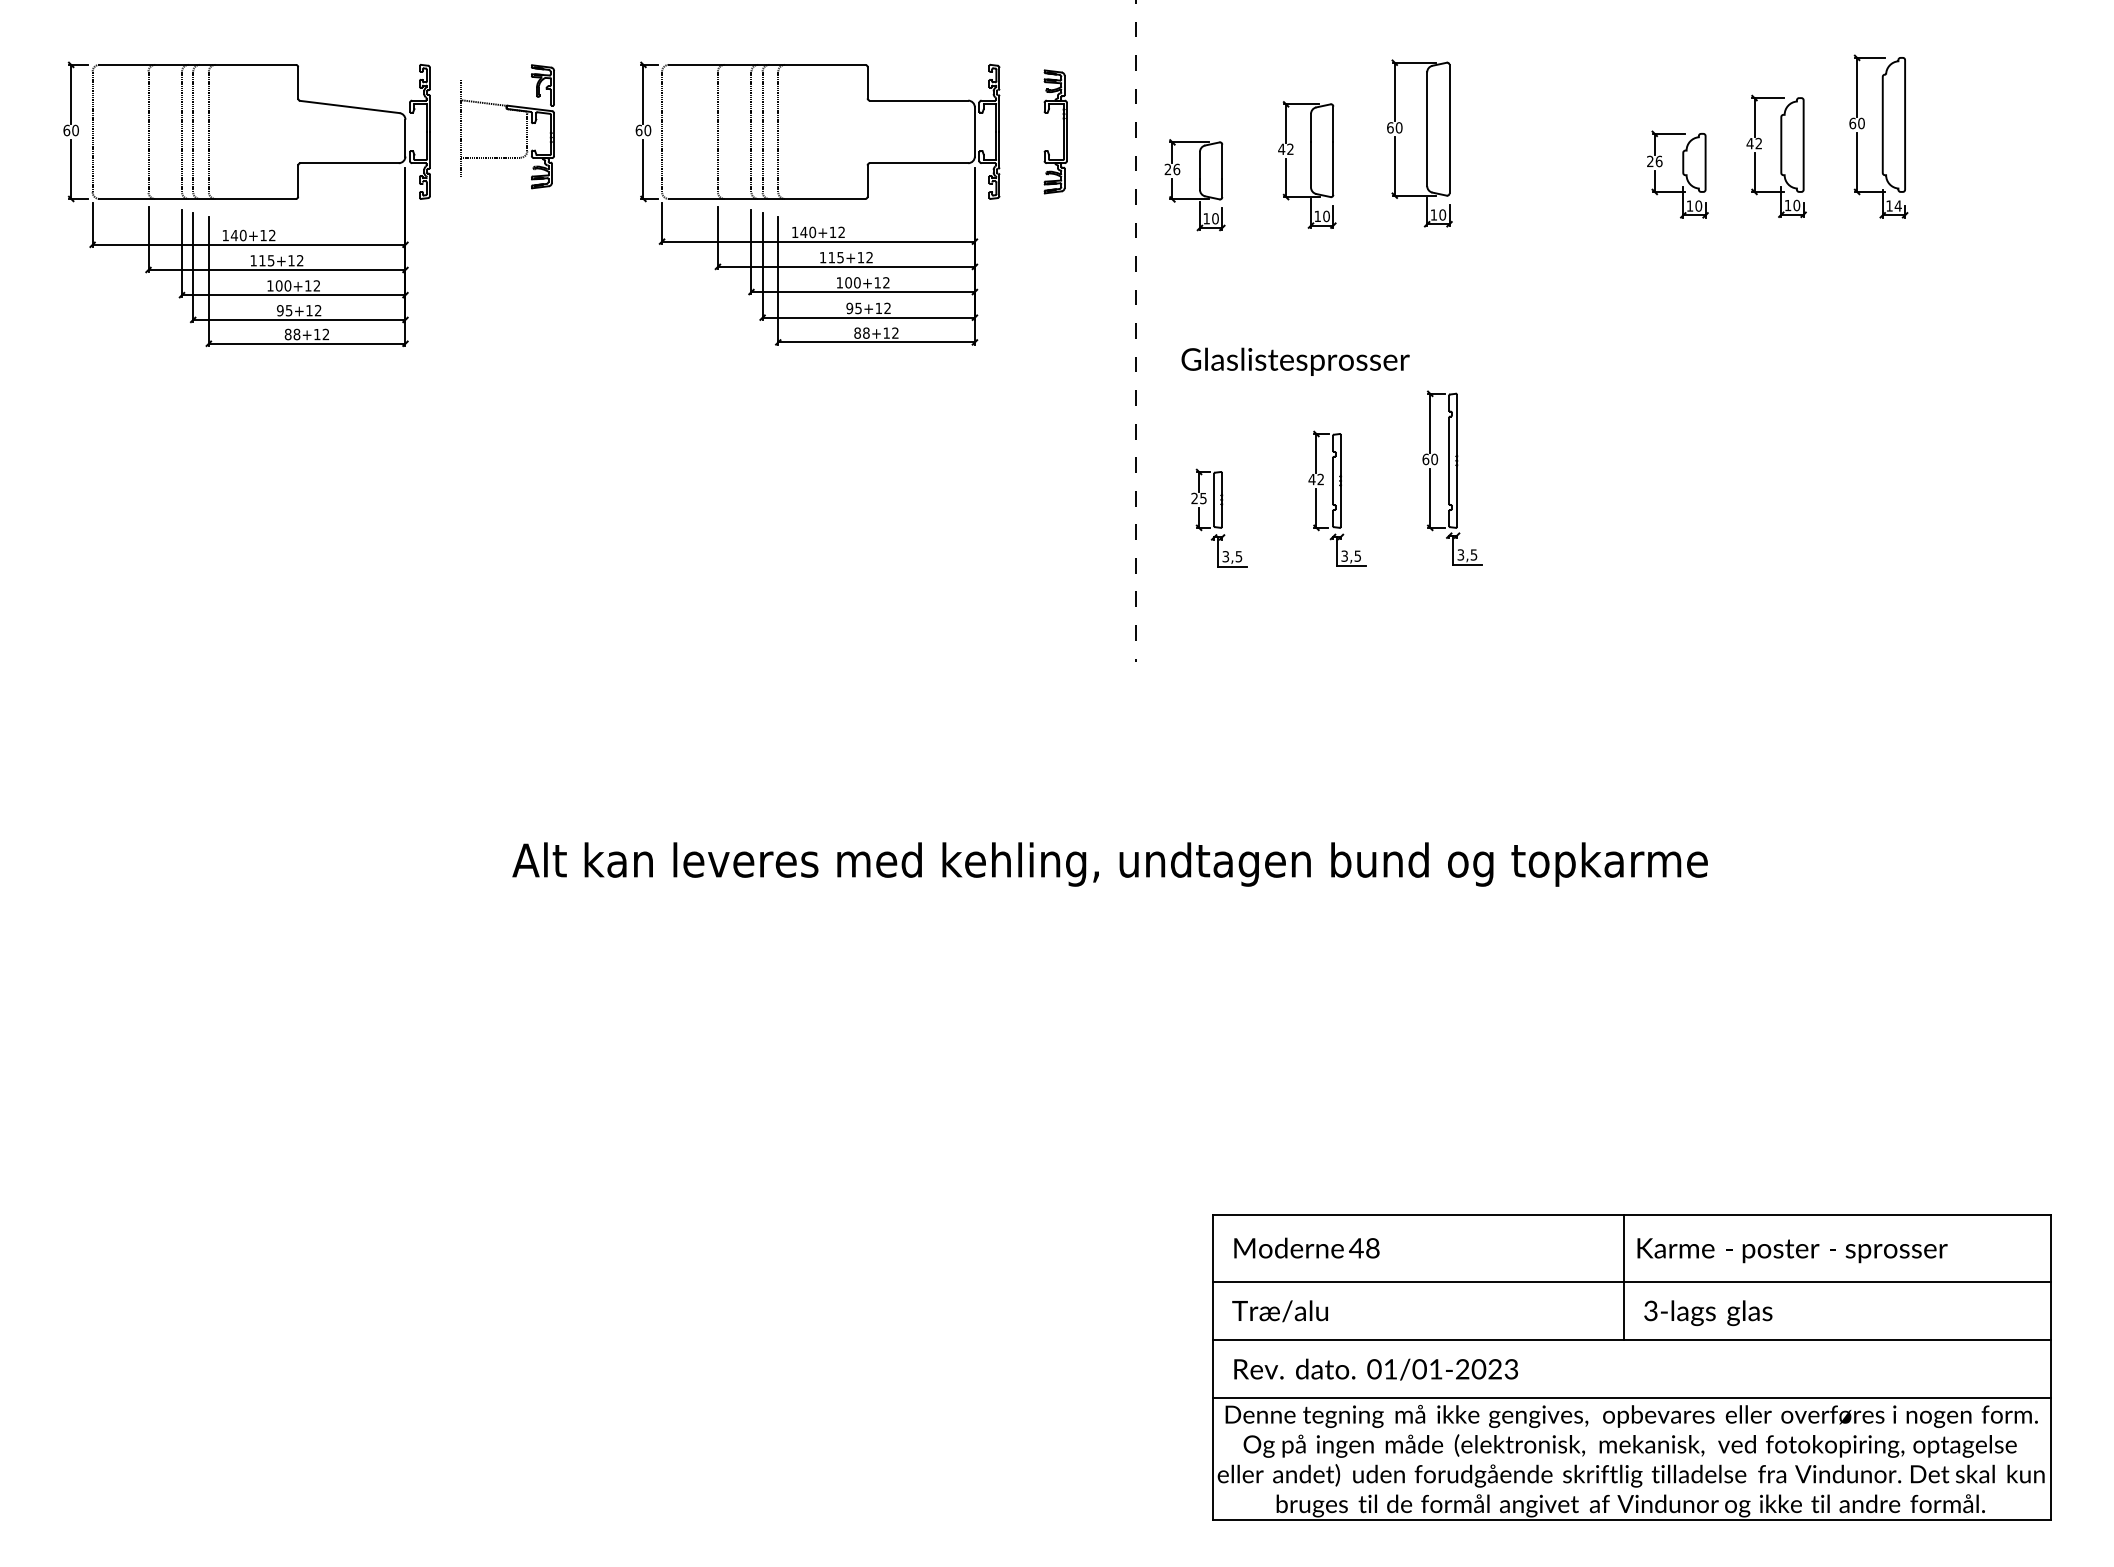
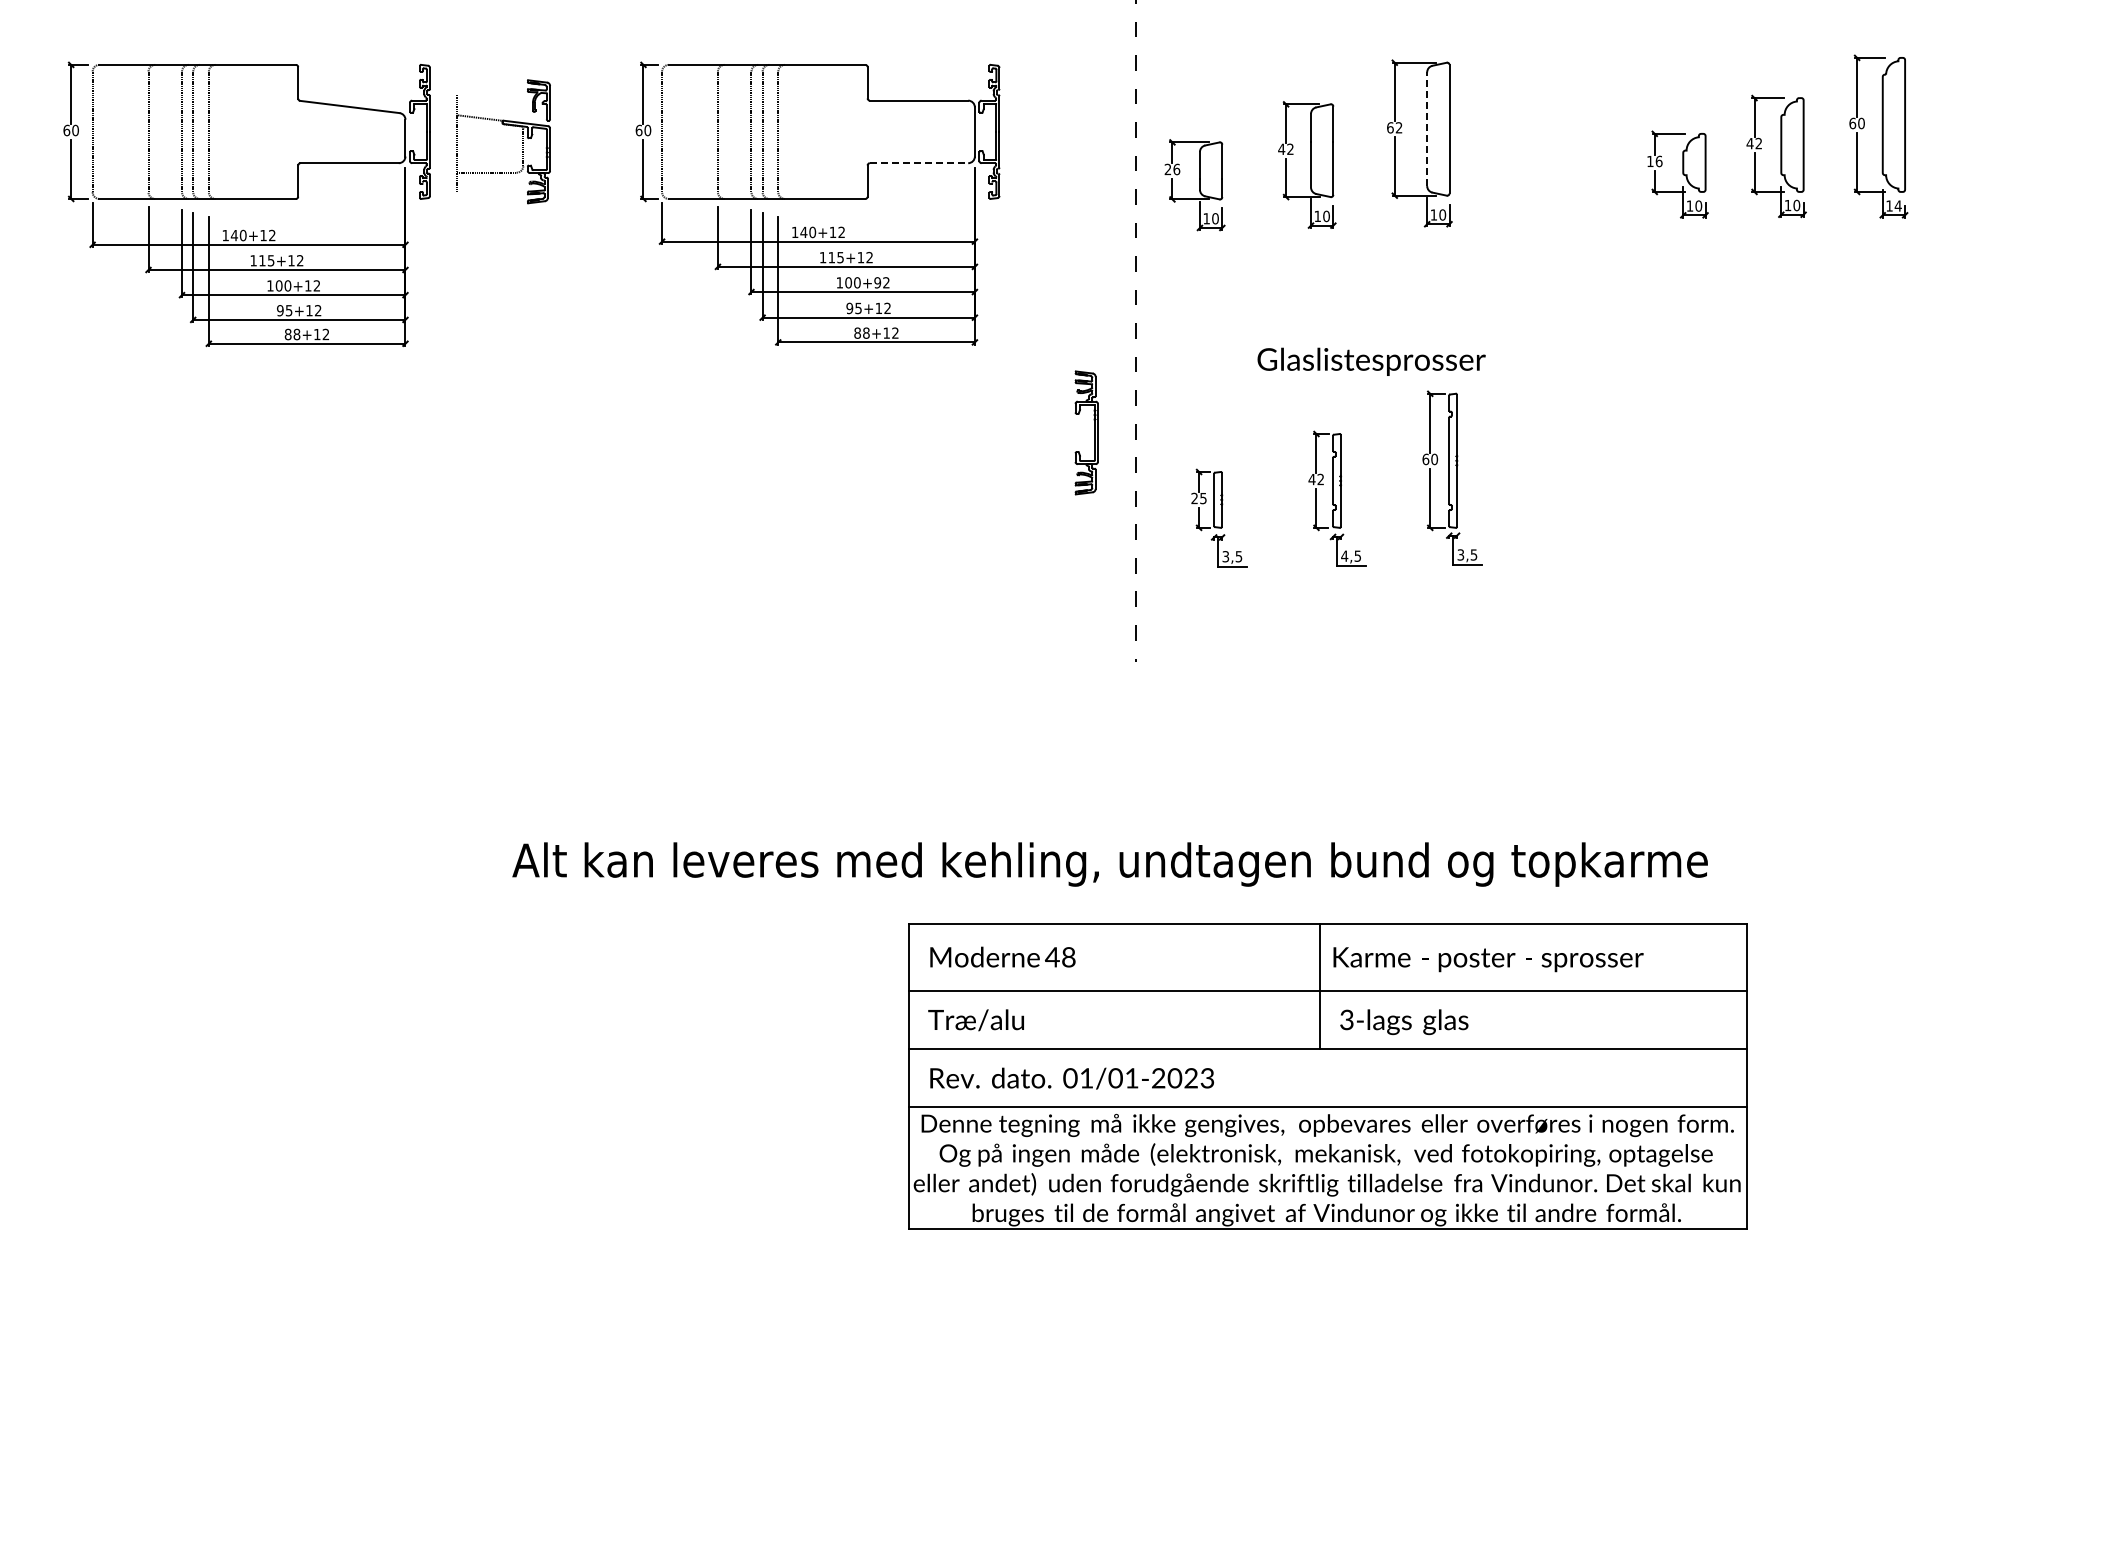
part at (507, 110) position: (507, 110) -> (503, 125)
text at (1398, 127): 60 -> 62
line at (1427, 129): solid -> dashed
part at (1063, 131) position: (1063, 131) -> (1094, 432)
text at (1650, 160): 26 -> 16
line at (919, 163): solid -> dashed
text at (877, 282): 100+12 -> 100+92
text at (1295, 361) position: (1295, 361) -> (1371, 361)
text at (1344, 555): 3,5 -> 4,5
part at (1631, 1367) position: (1631, 1367) -> (1327, 1076)
